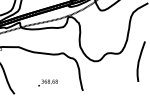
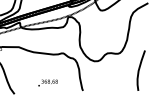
curve at (139, 61) position: (139, 61) -> (139, 70)
